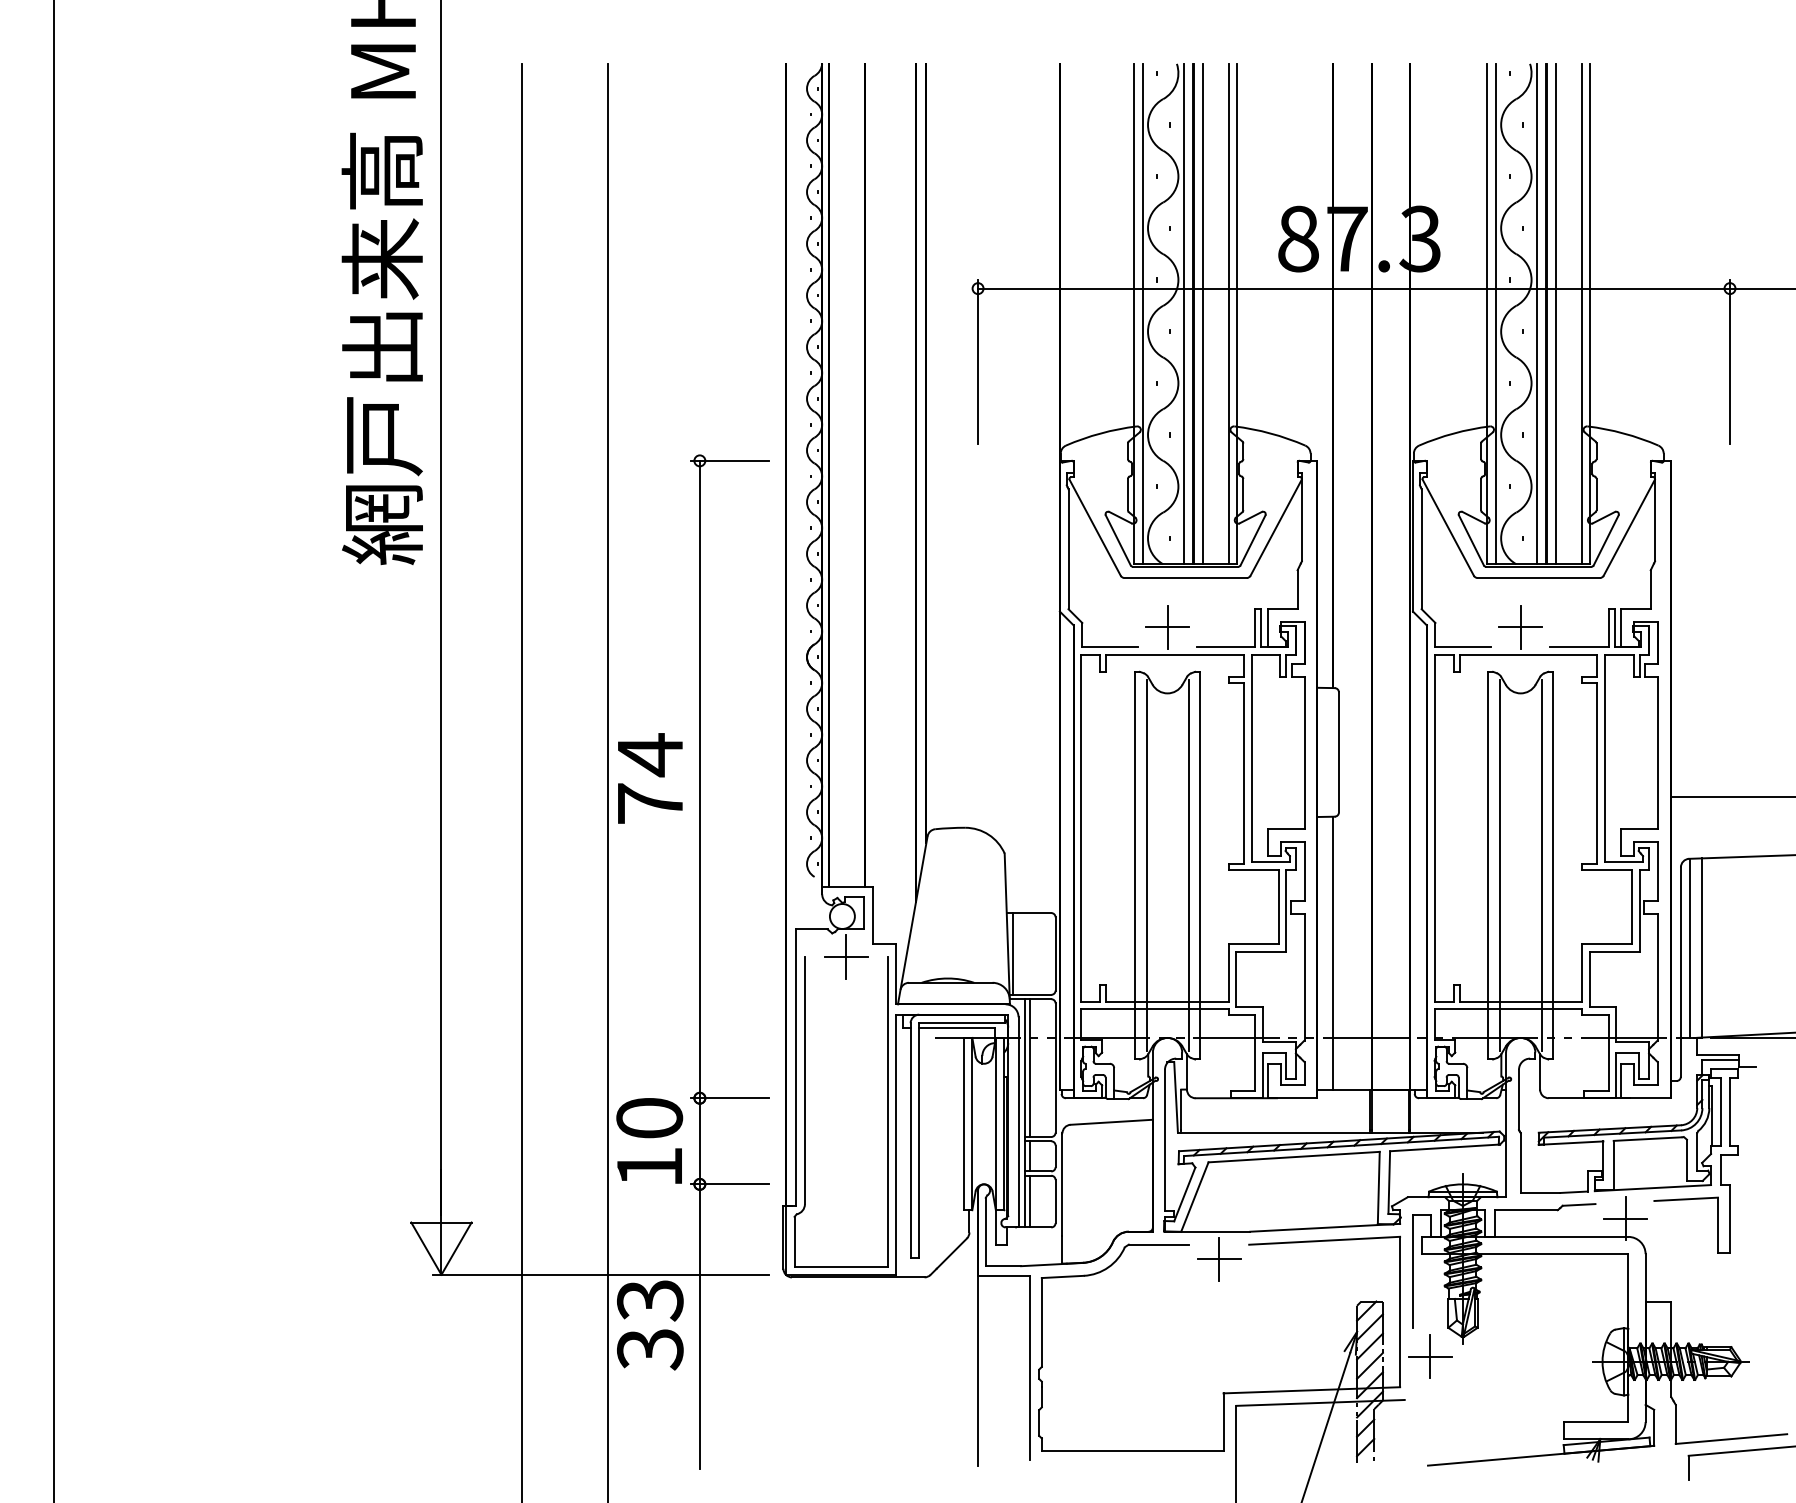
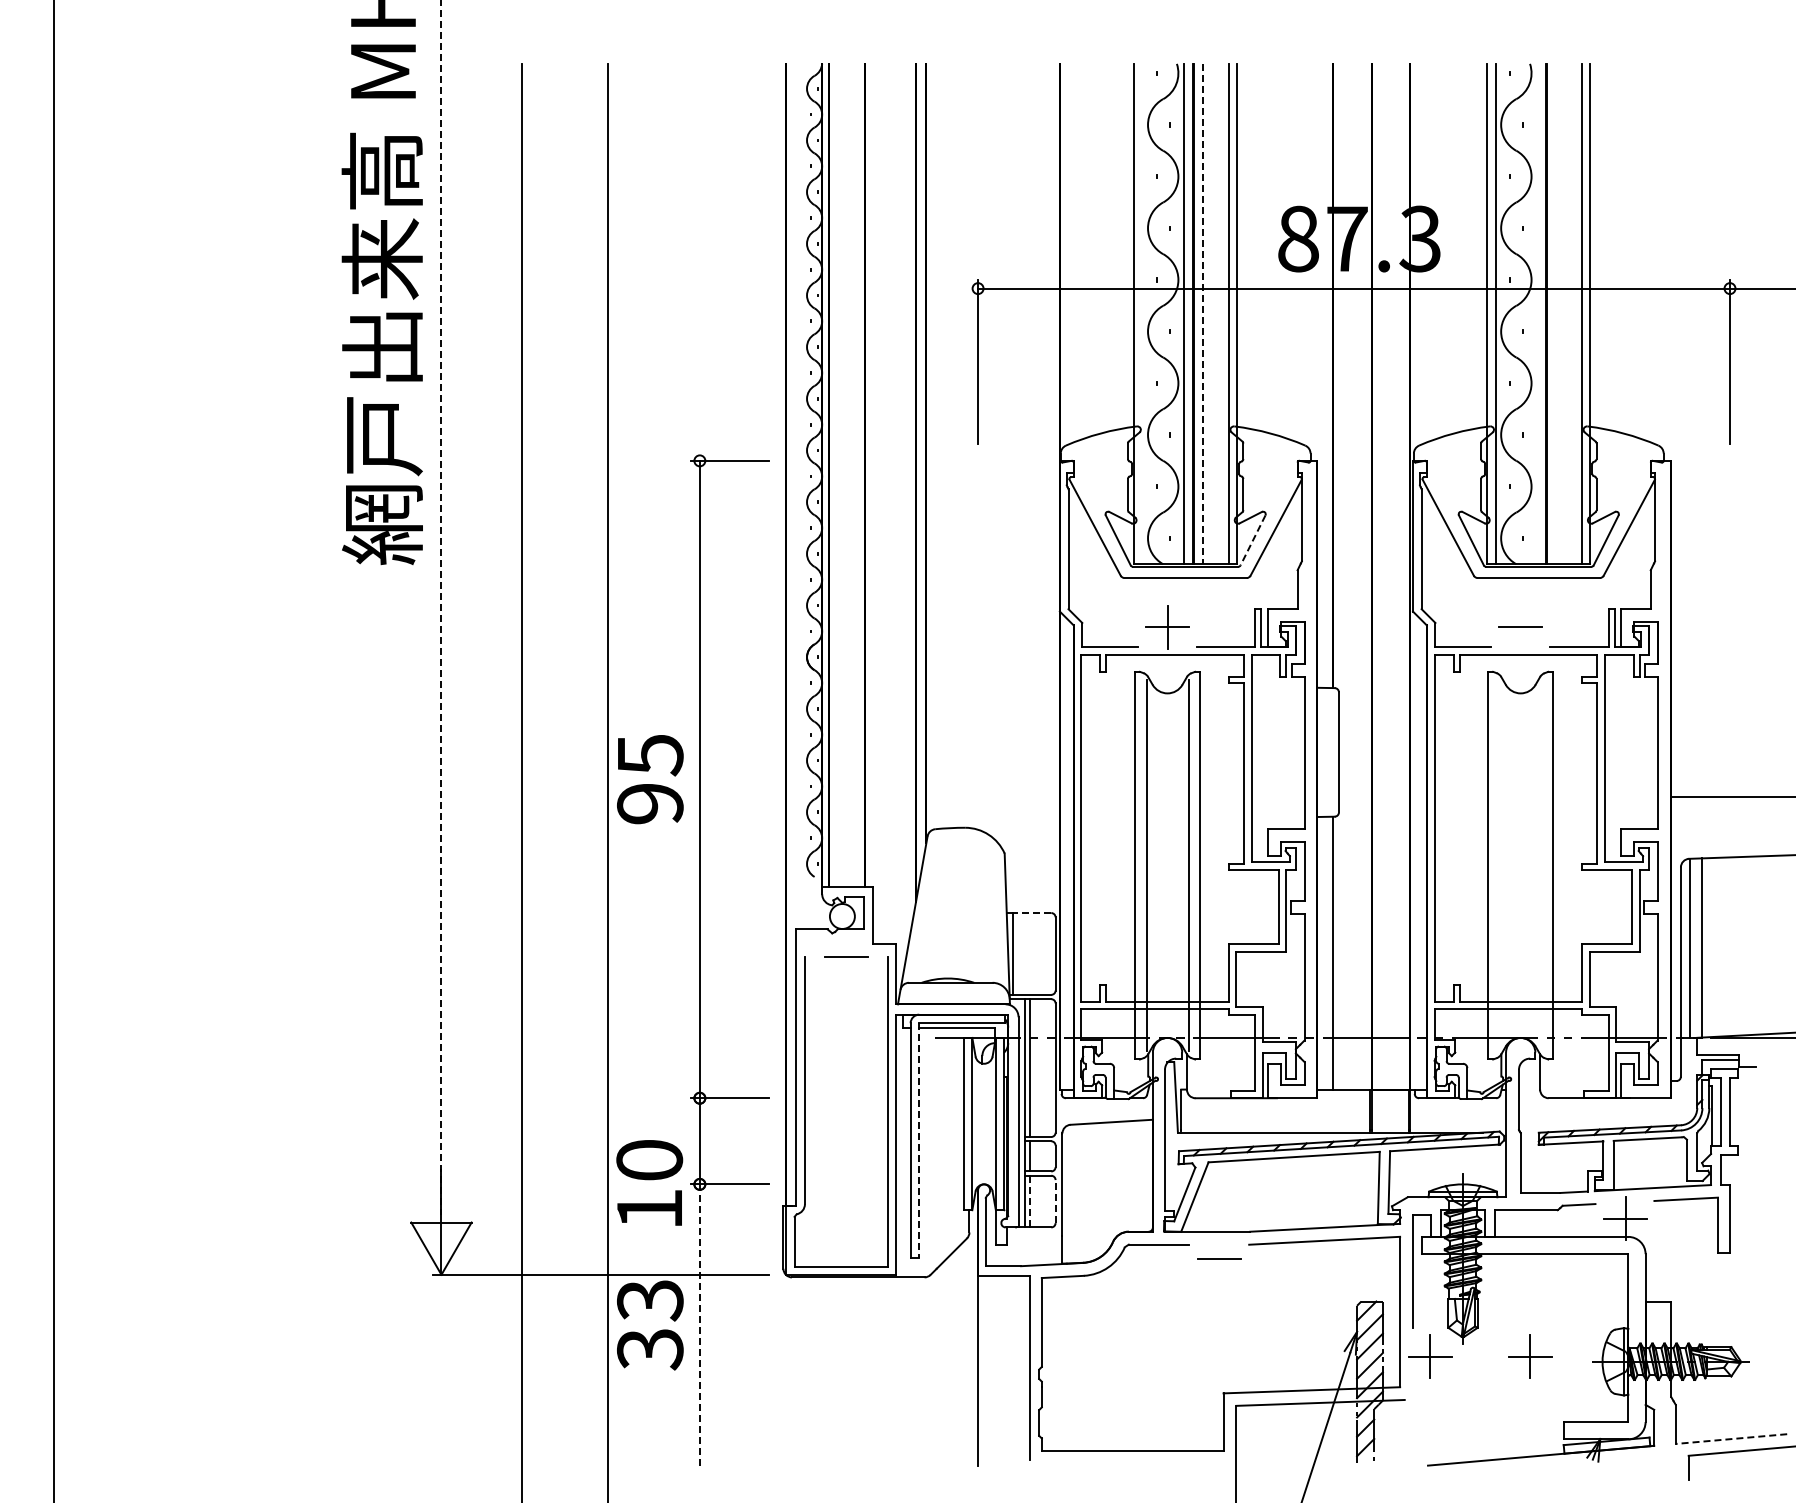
line at (1142, 313): present -> none
line at (1537, 313): present -> none
line at (1556, 313): present -> none
line at (1202, 314): solid -> dashed
line at (1253, 540): solid -> dashed
line at (441, 607): solid -> dashed
line at (1520, 626): present -> none
text at (650, 778): 74 -> 95
line at (1499, 865): present -> none
line at (1541, 865): present -> none
line at (1031, 913): solid -> dashed
line at (846, 956): present -> none
text at (649, 1140) position: (649, 1140) -> (649, 1182)
line at (919, 1140): solid -> dashed
line at (1029, 1201): solid -> dashed
line at (1055, 1201): solid -> dashed
line at (1219, 1258): present -> none
line at (699, 1327): solid -> dashed
part at (1530, 1356): none -> present
line at (1731, 1439): solid -> dashed
